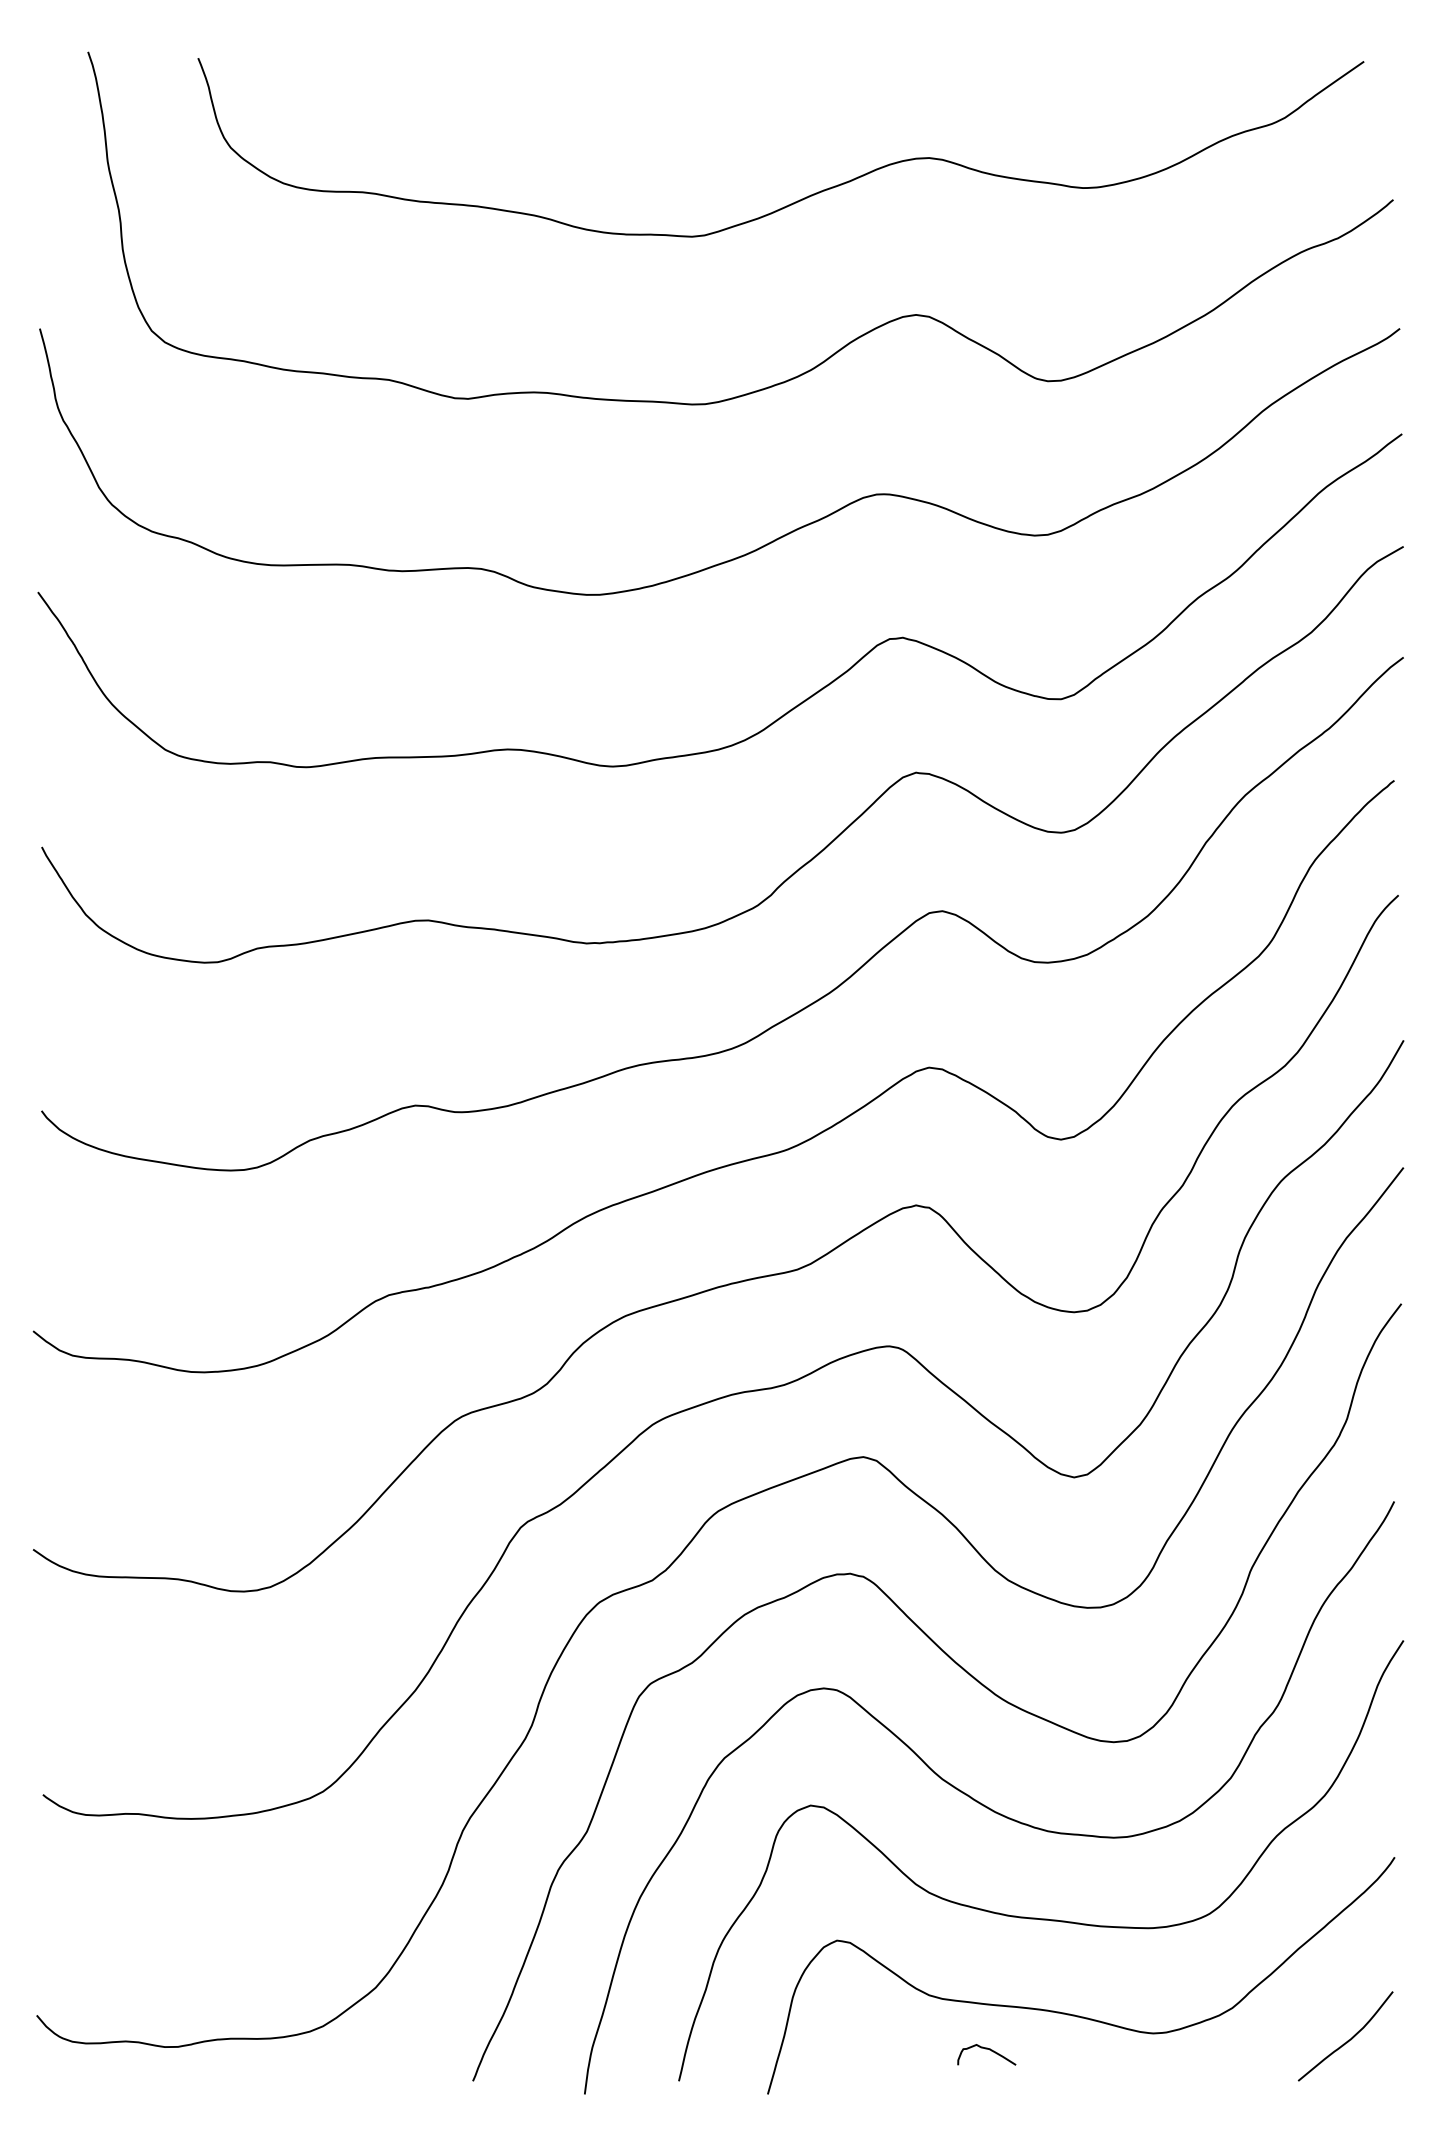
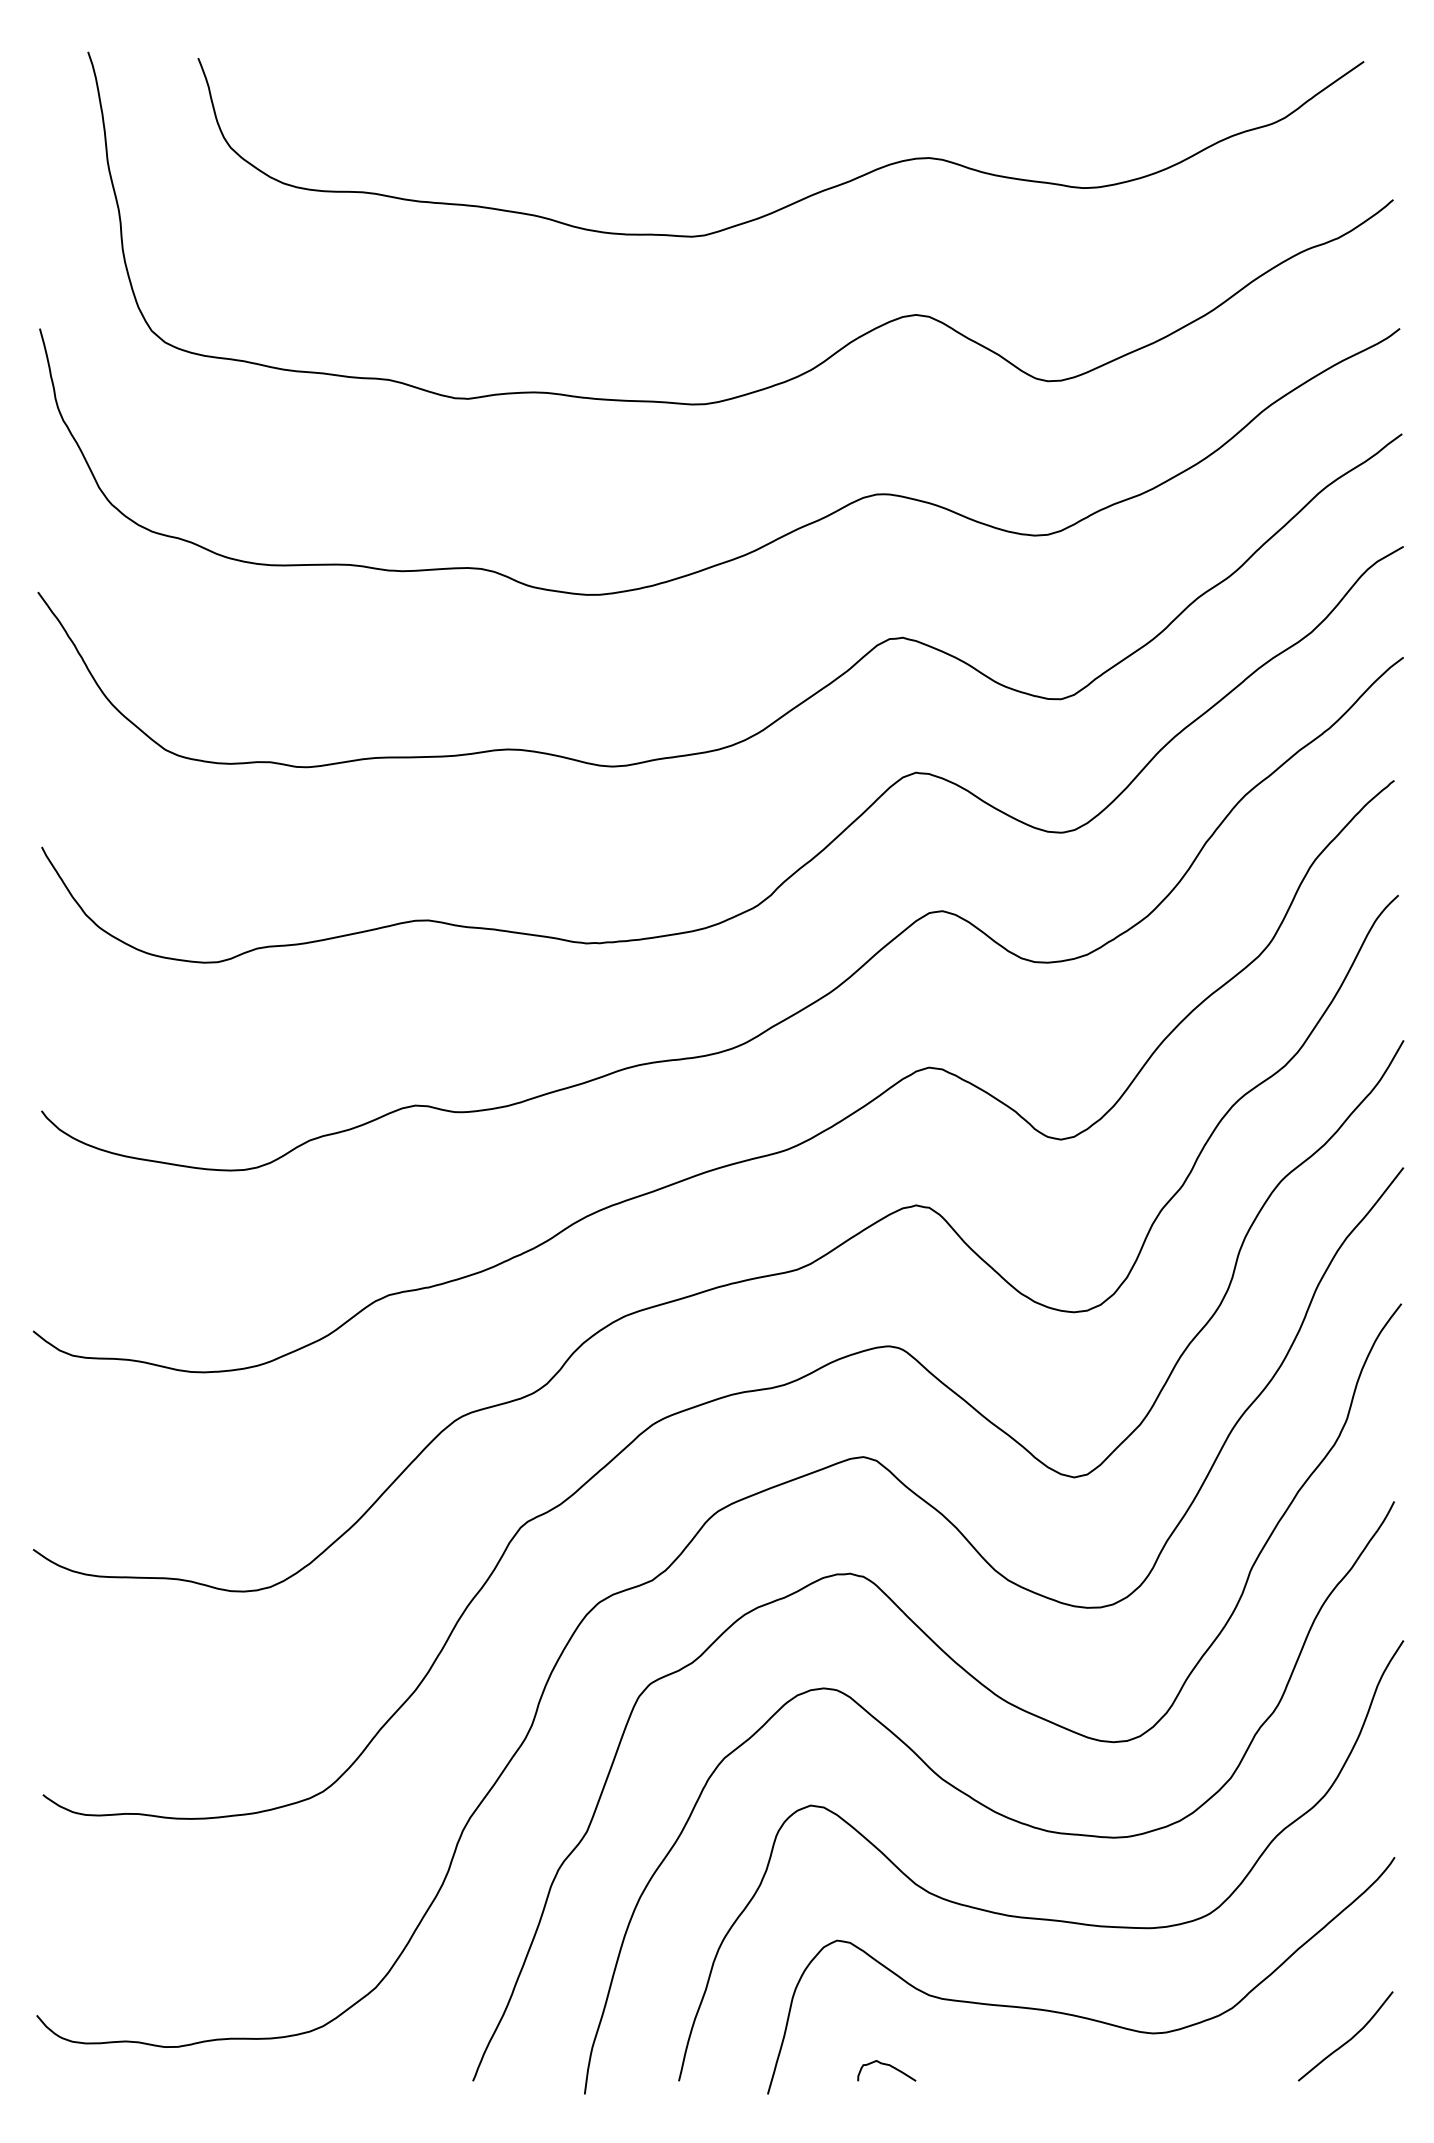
curve at (986, 2049) position: (986, 2049) -> (886, 2065)
